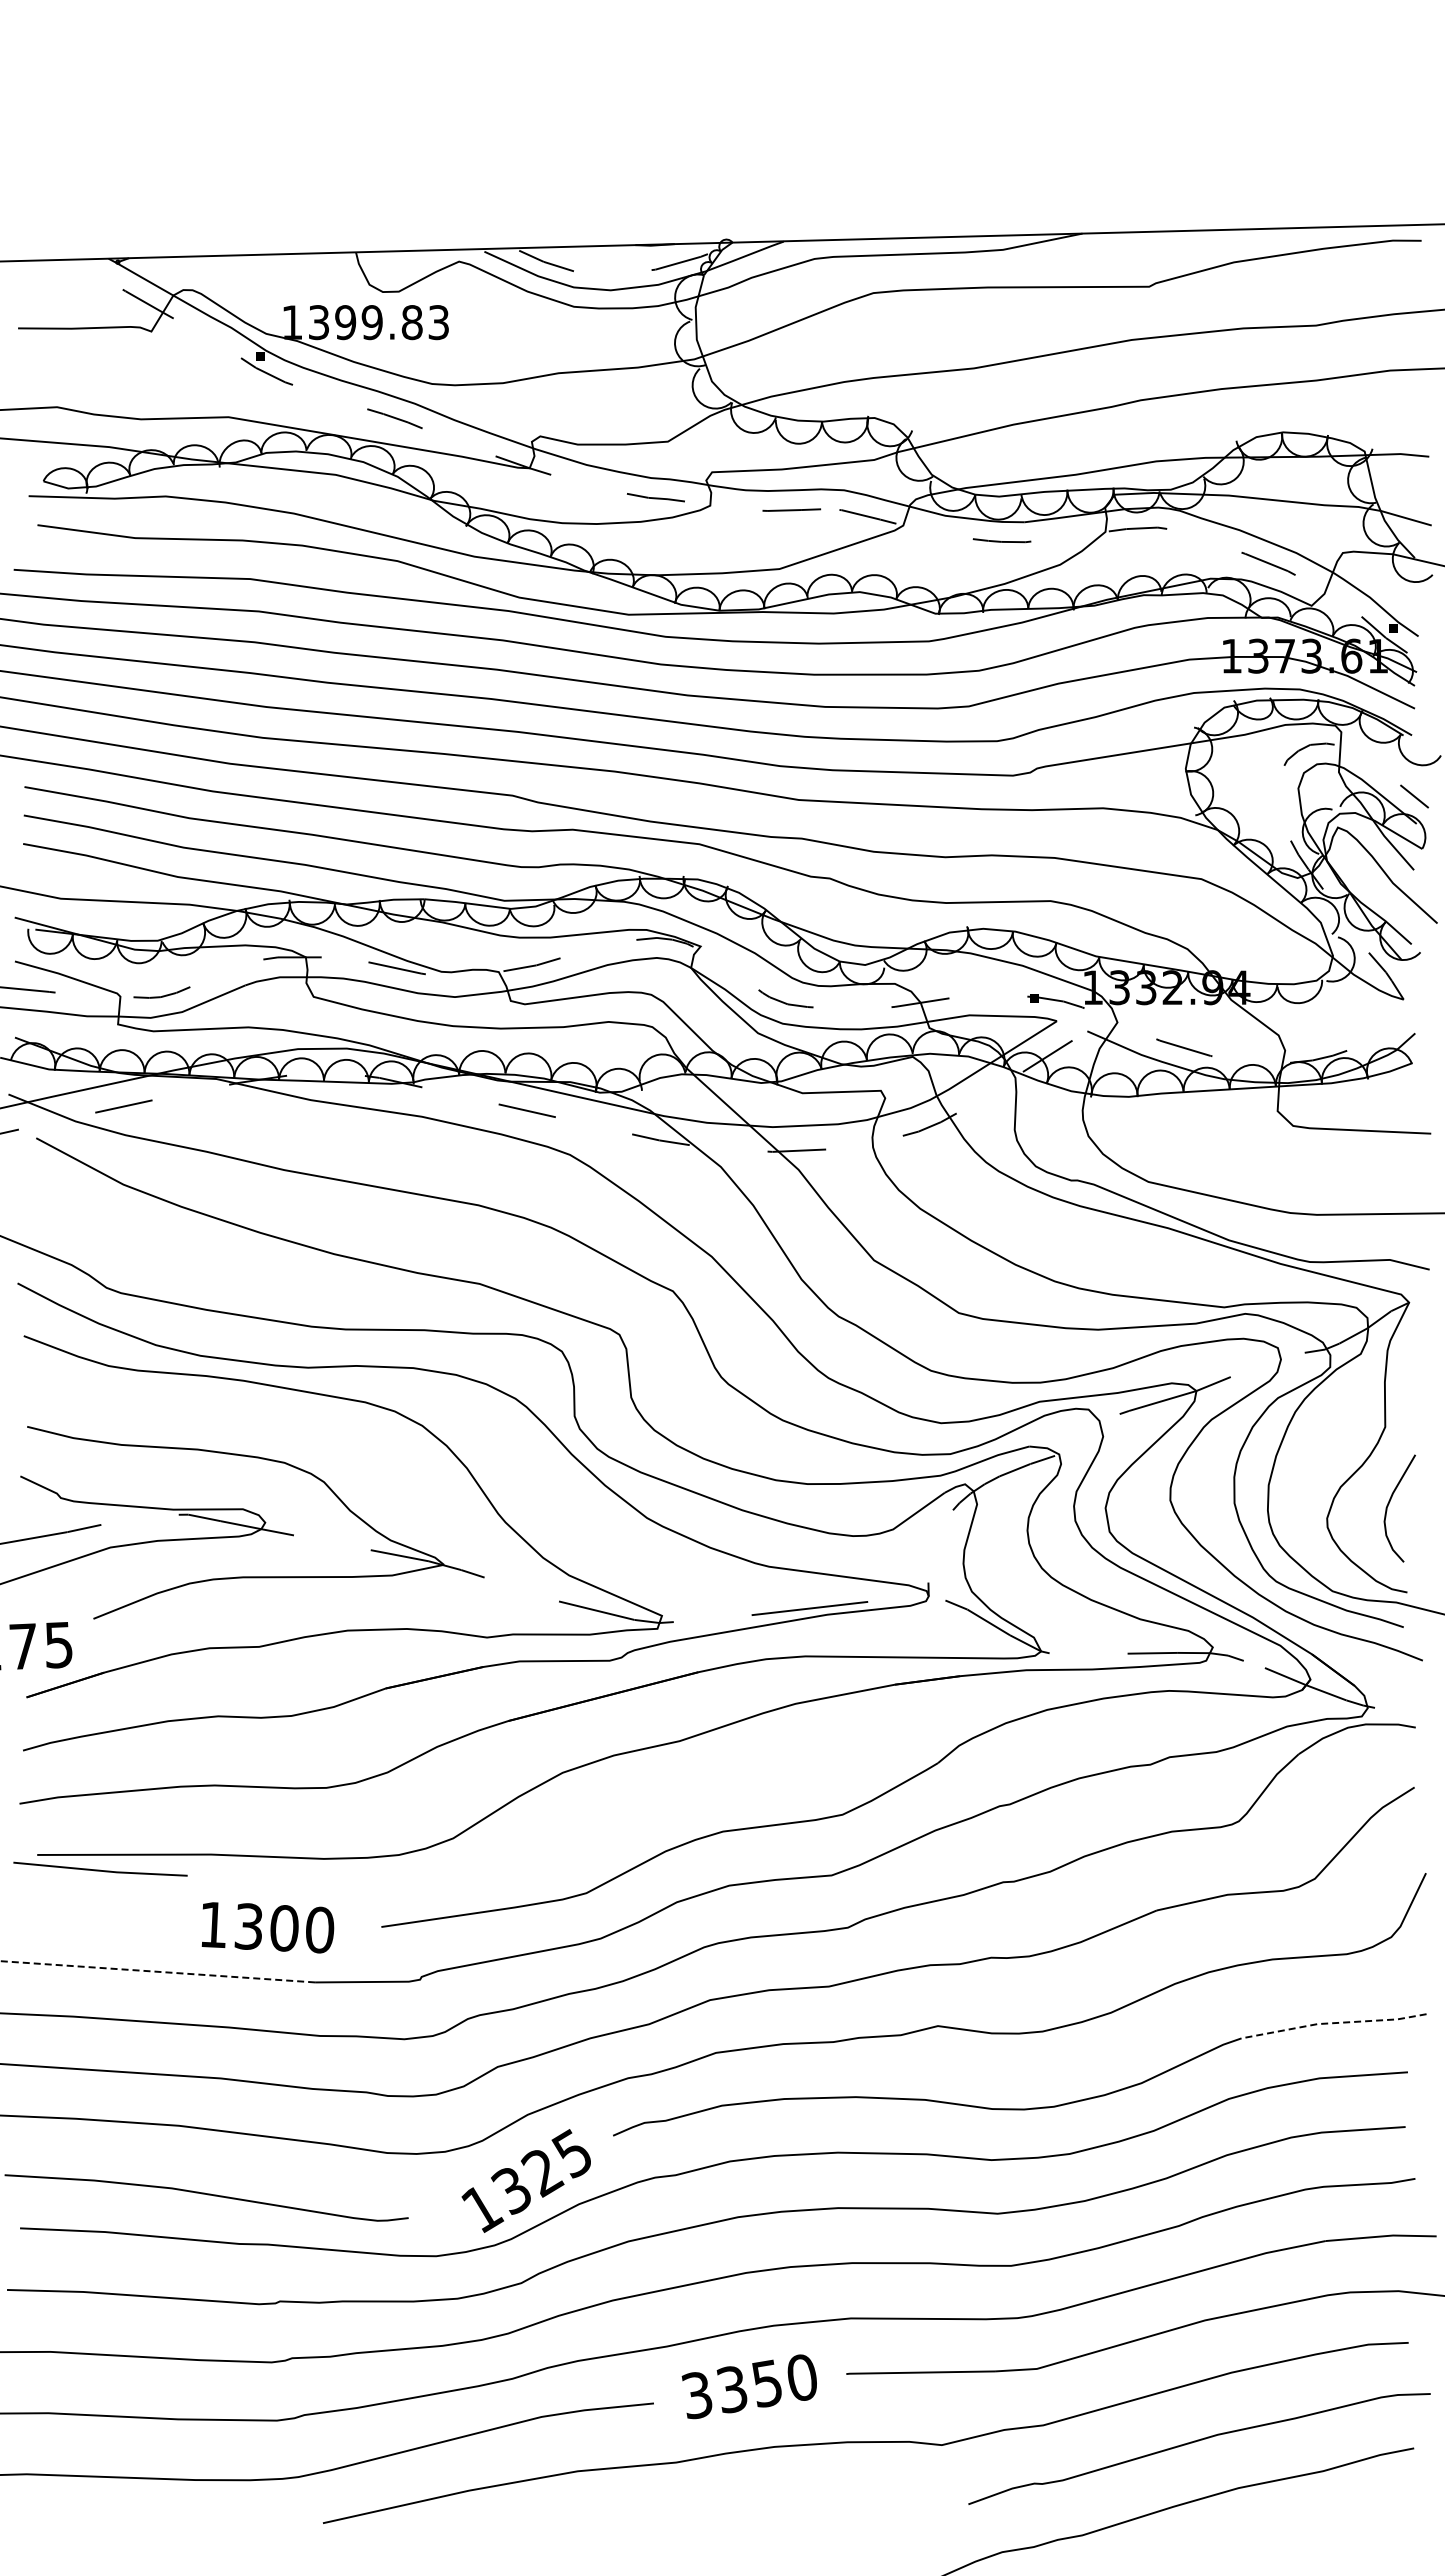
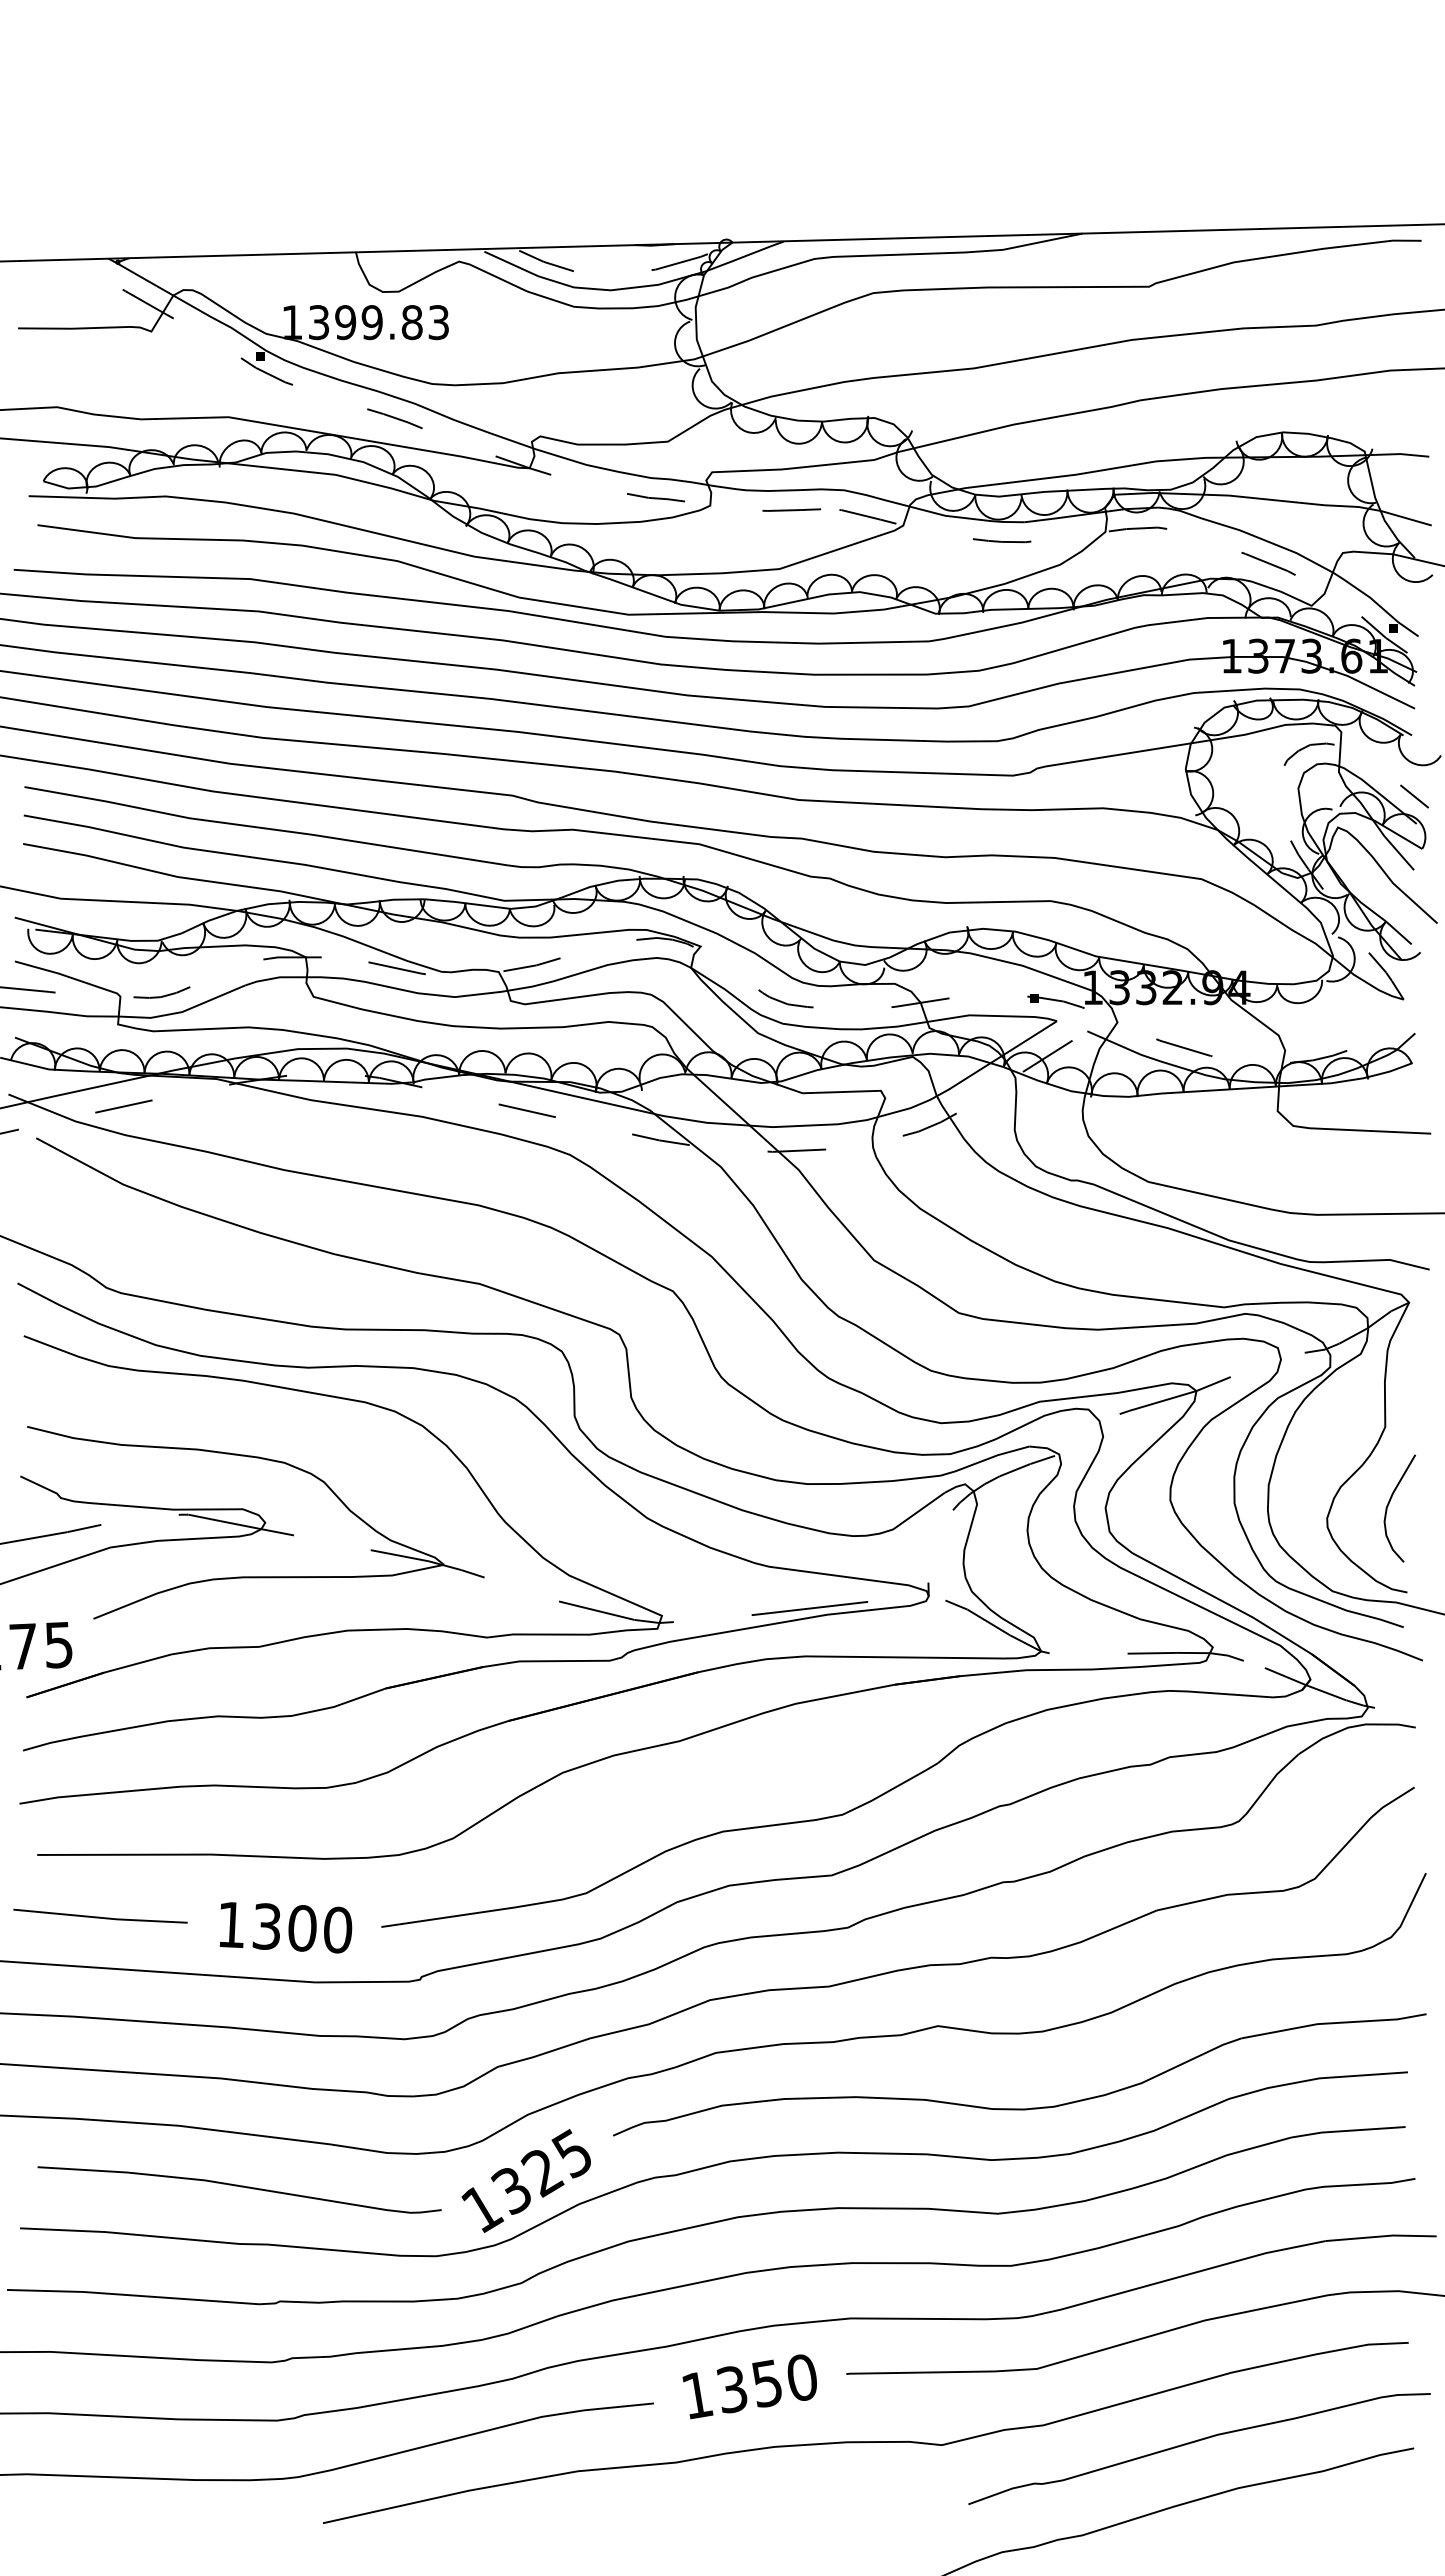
line at (100, 1869) position: (100, 1869) -> (100, 1916)
text at (267, 1927) position: (267, 1927) -> (285, 1927)
line at (157, 1971): dashed -> solid
line at (1333, 2023): dashed -> solid
curve at (207, 2195) position: (207, 2195) -> (240, 2187)
text at (697, 2395): 3350 -> 1350
